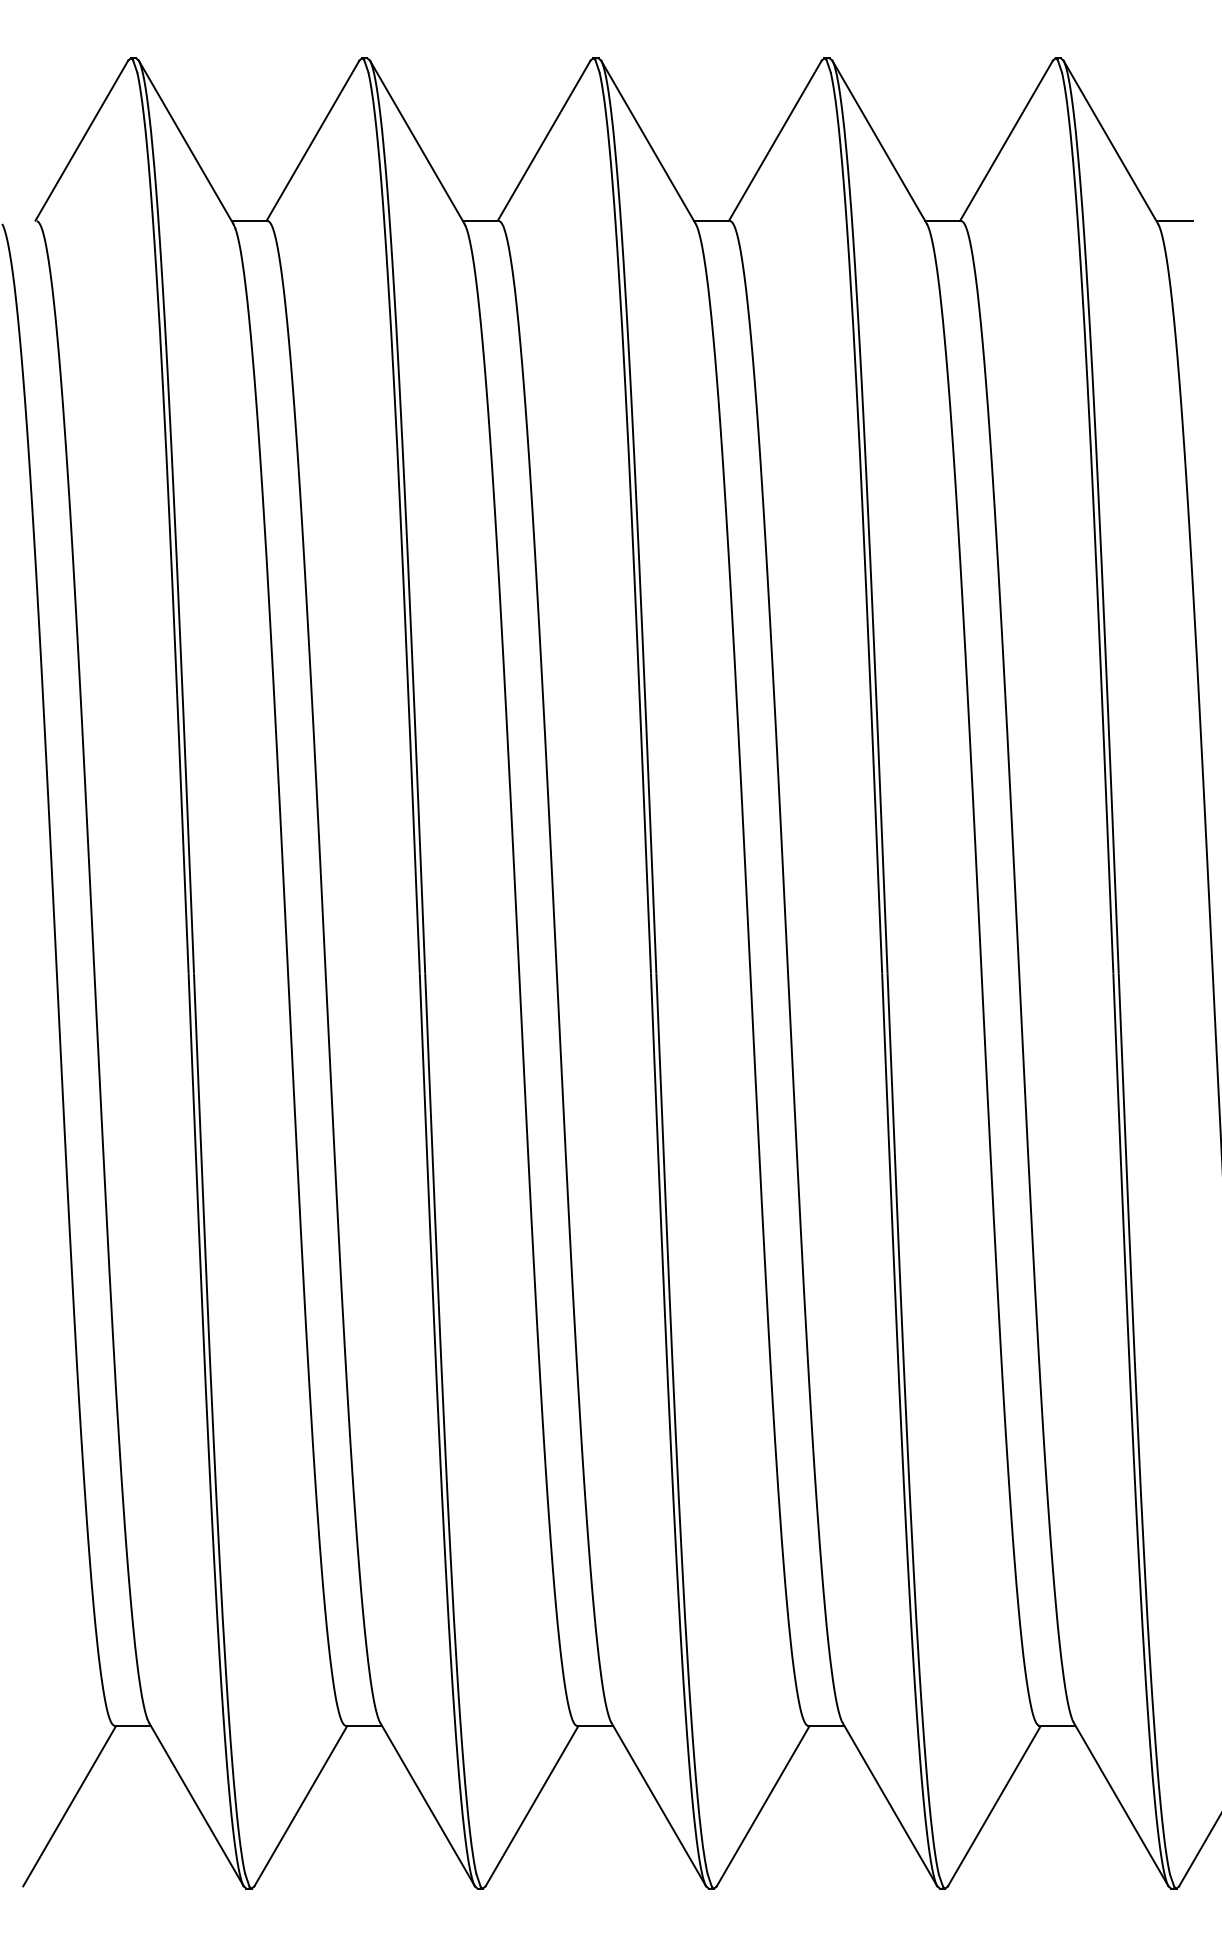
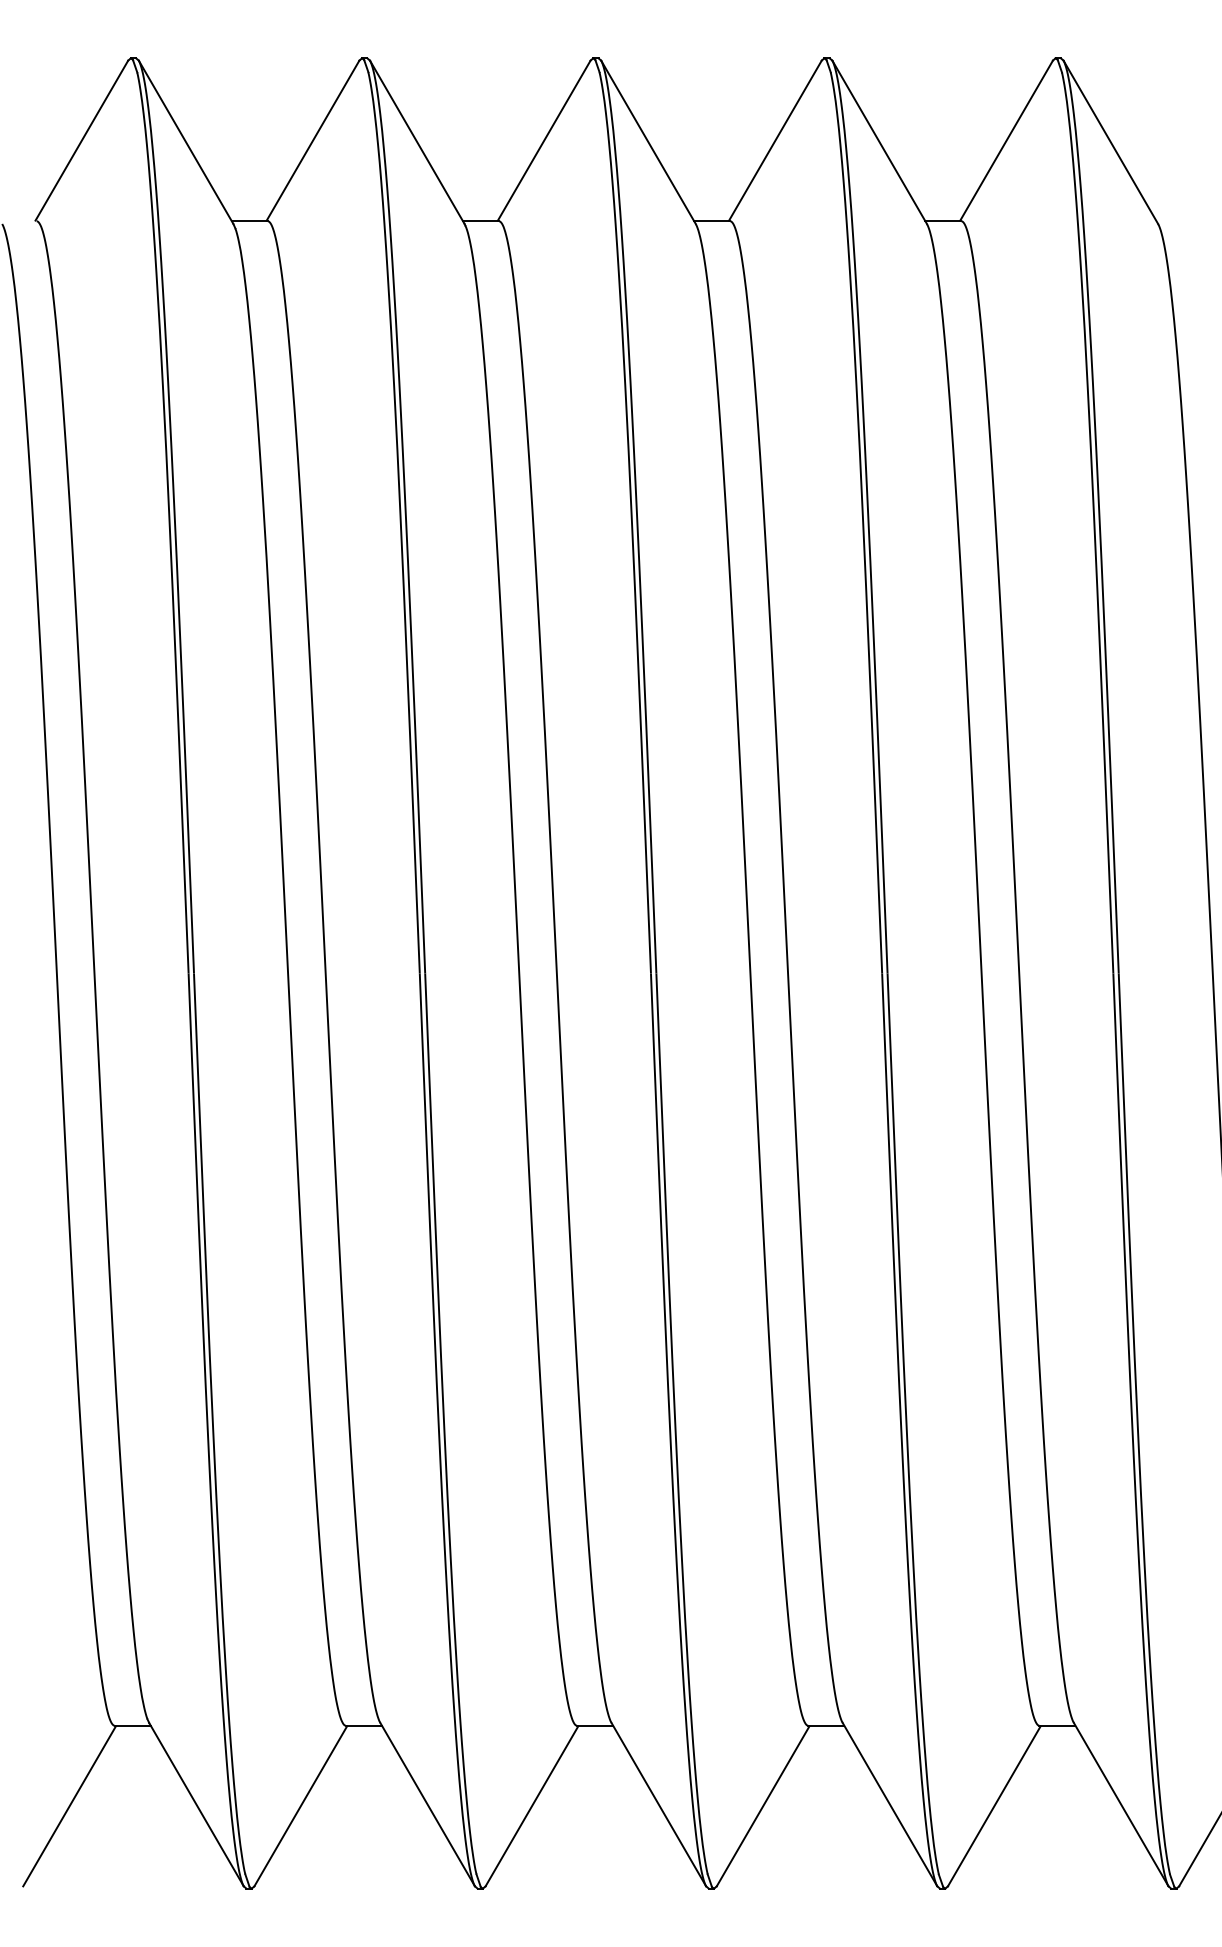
line at (1174, 221): present -> none
